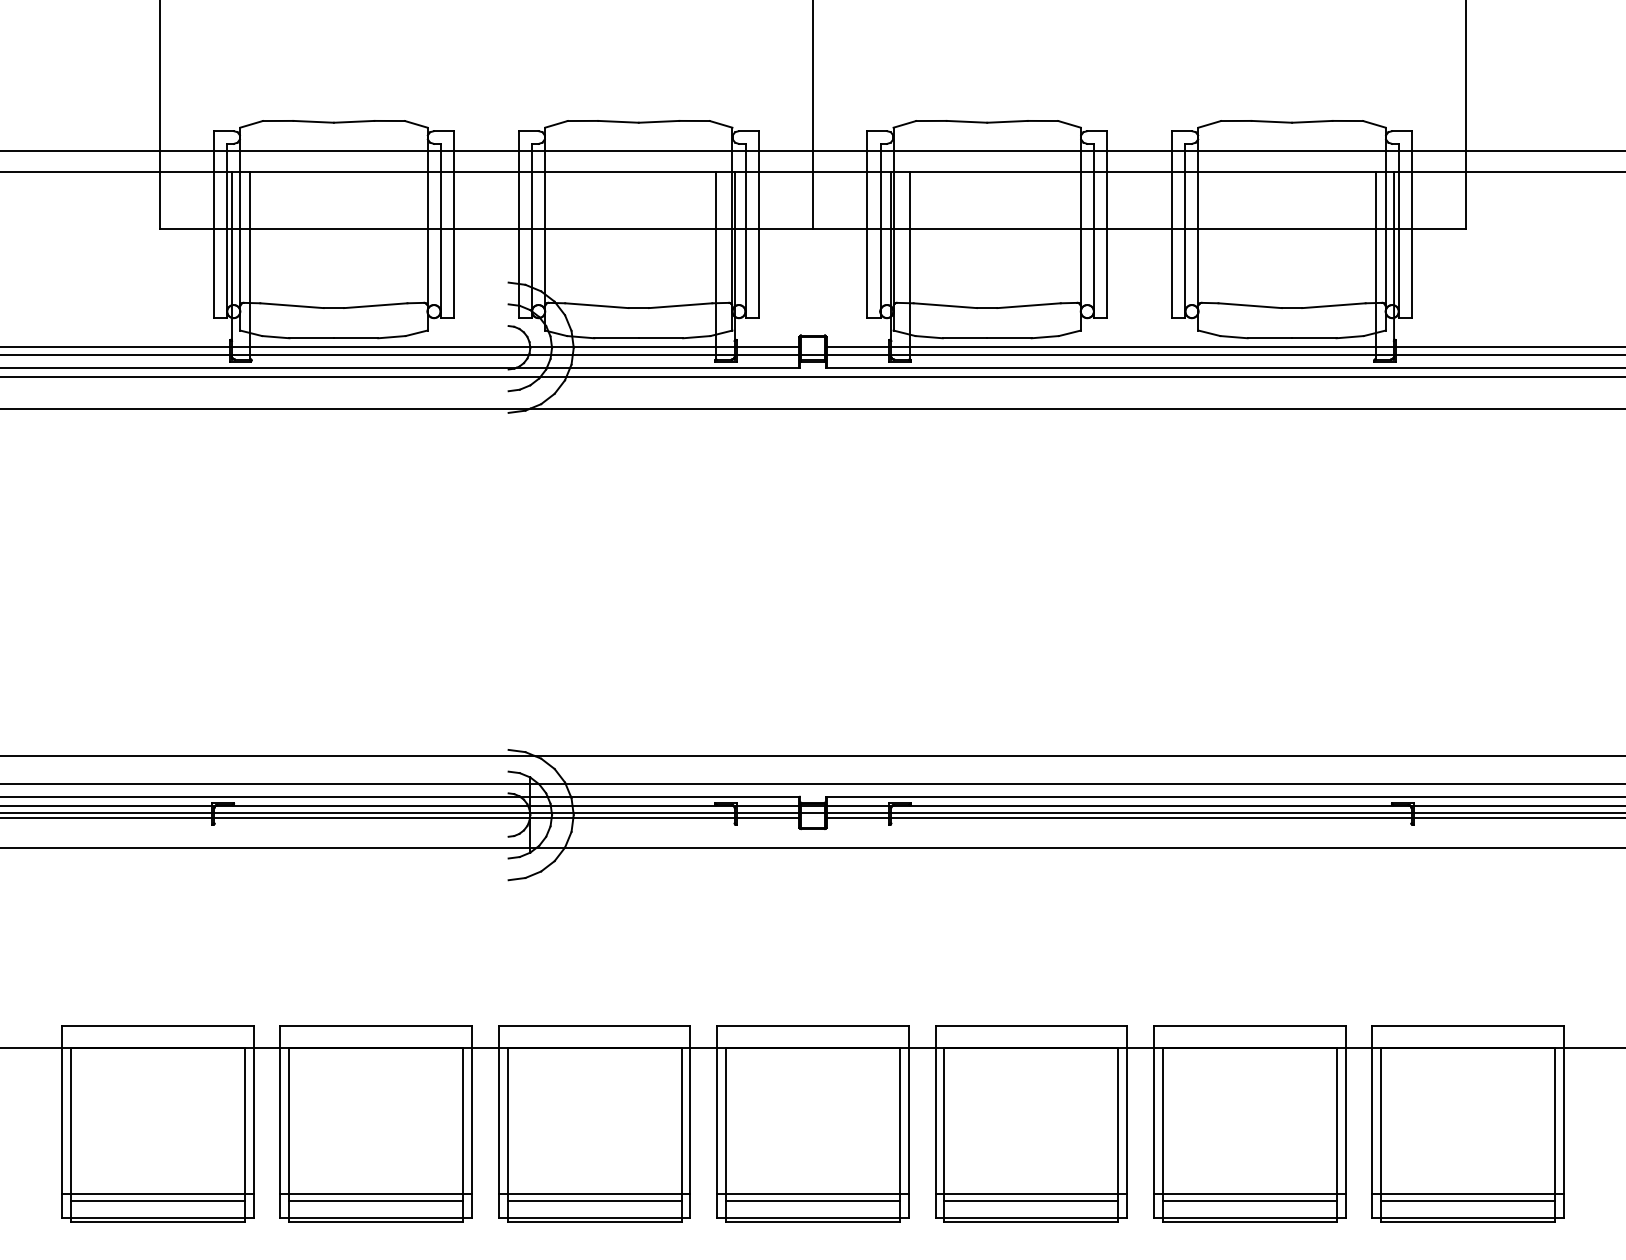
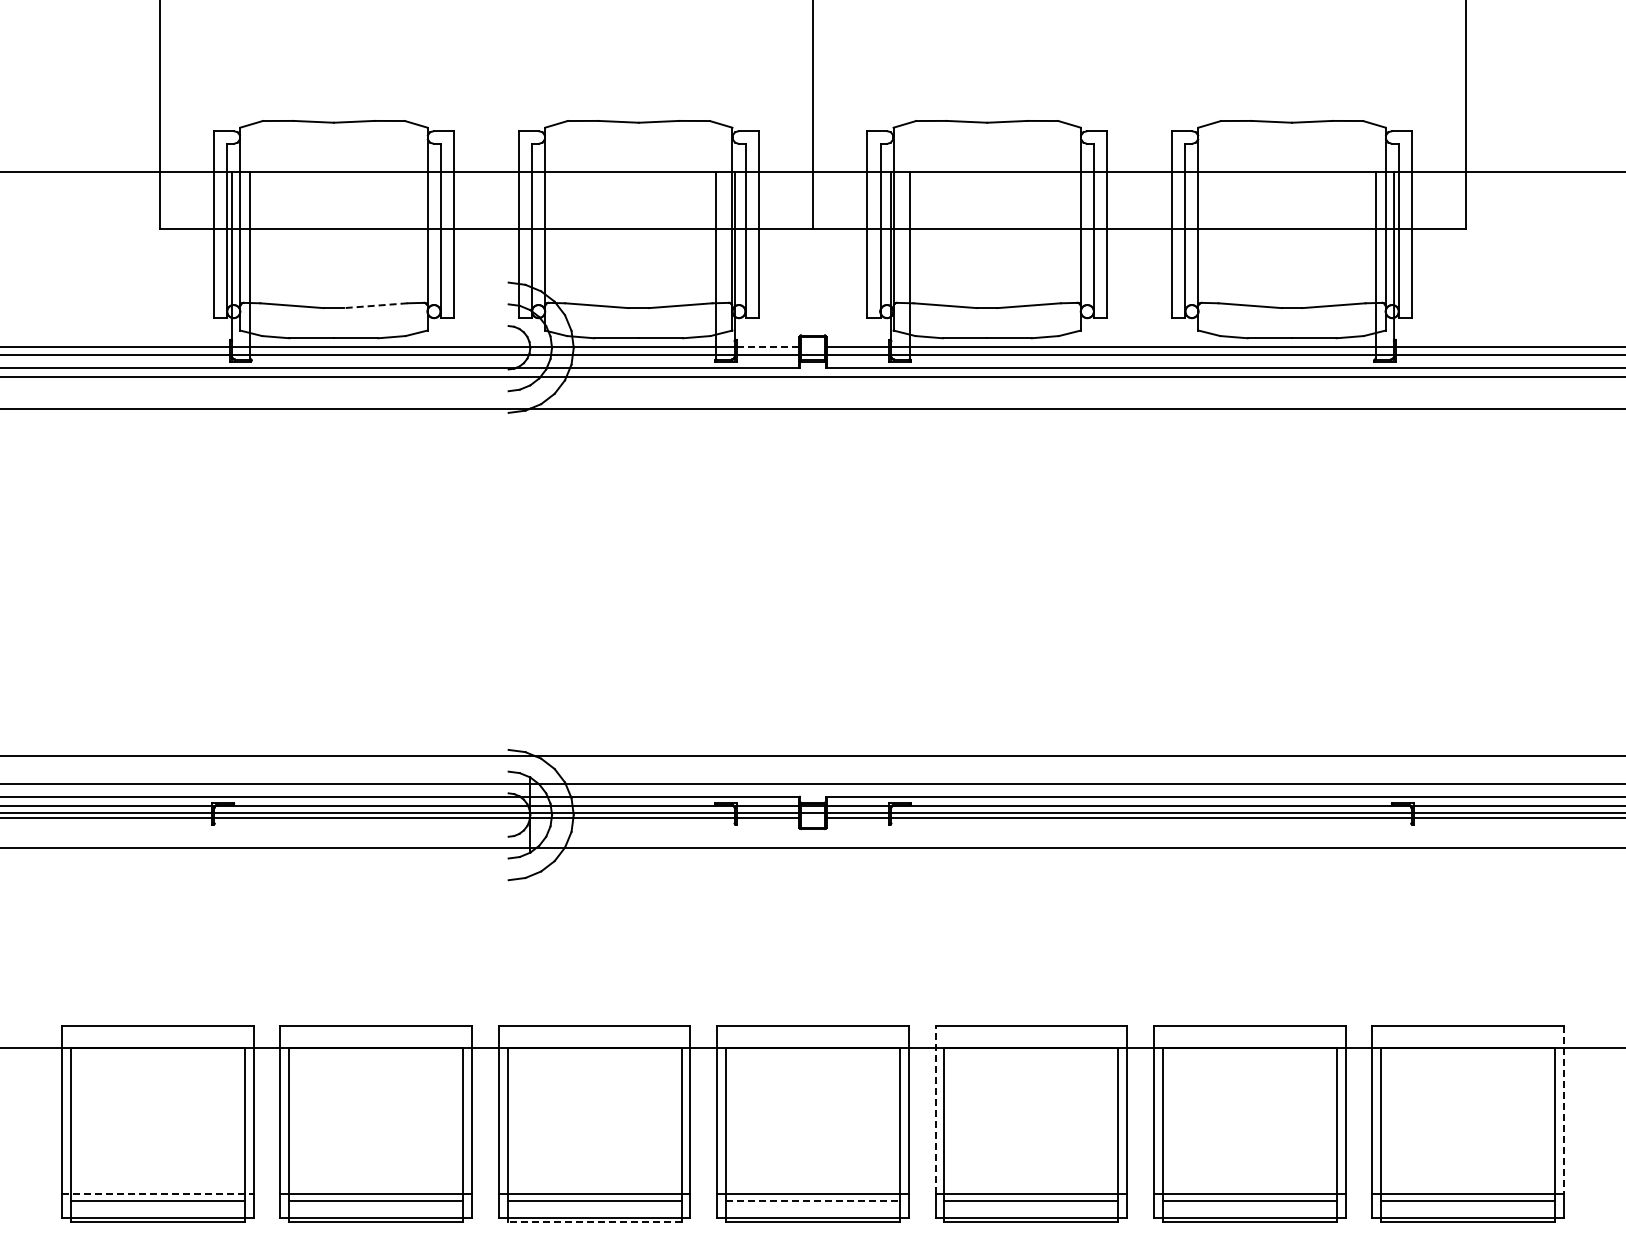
line at (812, 151): present -> none
line at (375, 305): solid -> dashed
line at (767, 346): solid -> dashed
line at (935, 1110): solid -> dashed
line at (1563, 1110): solid -> dashed
line at (157, 1194): solid -> dashed
line at (813, 1200): solid -> dashed
line at (594, 1222): solid -> dashed
